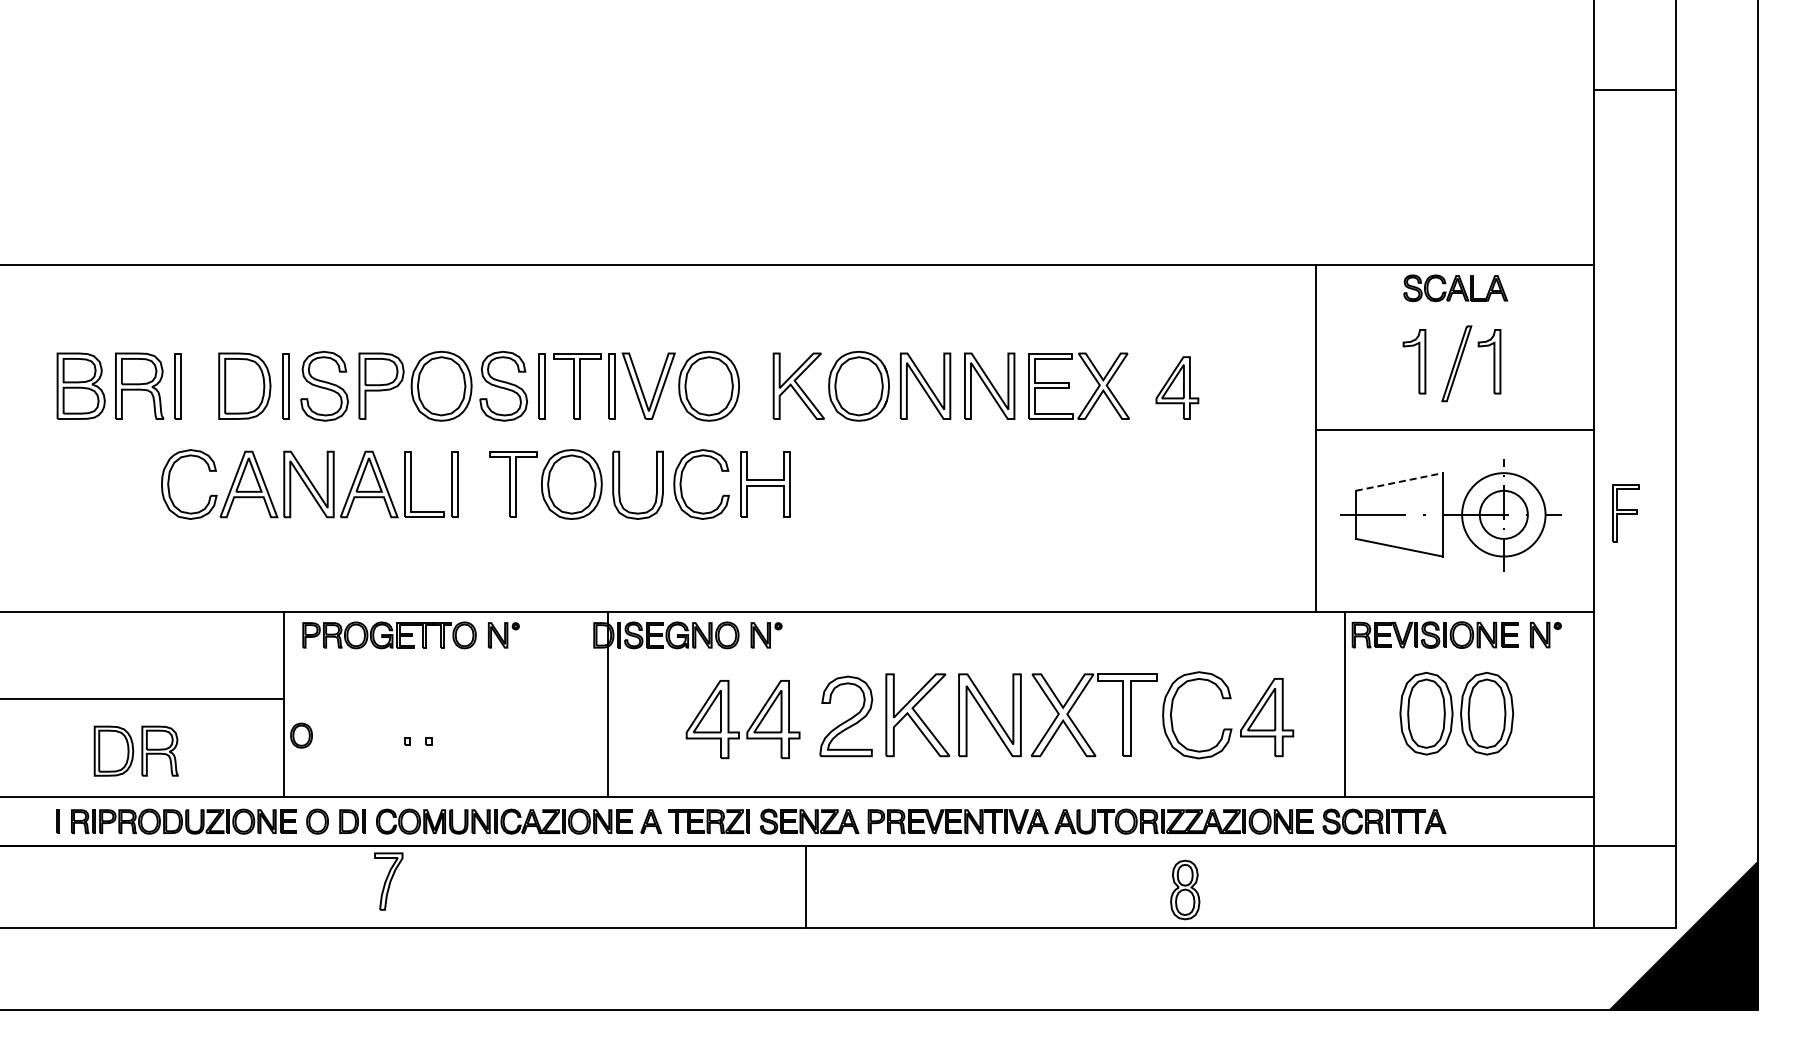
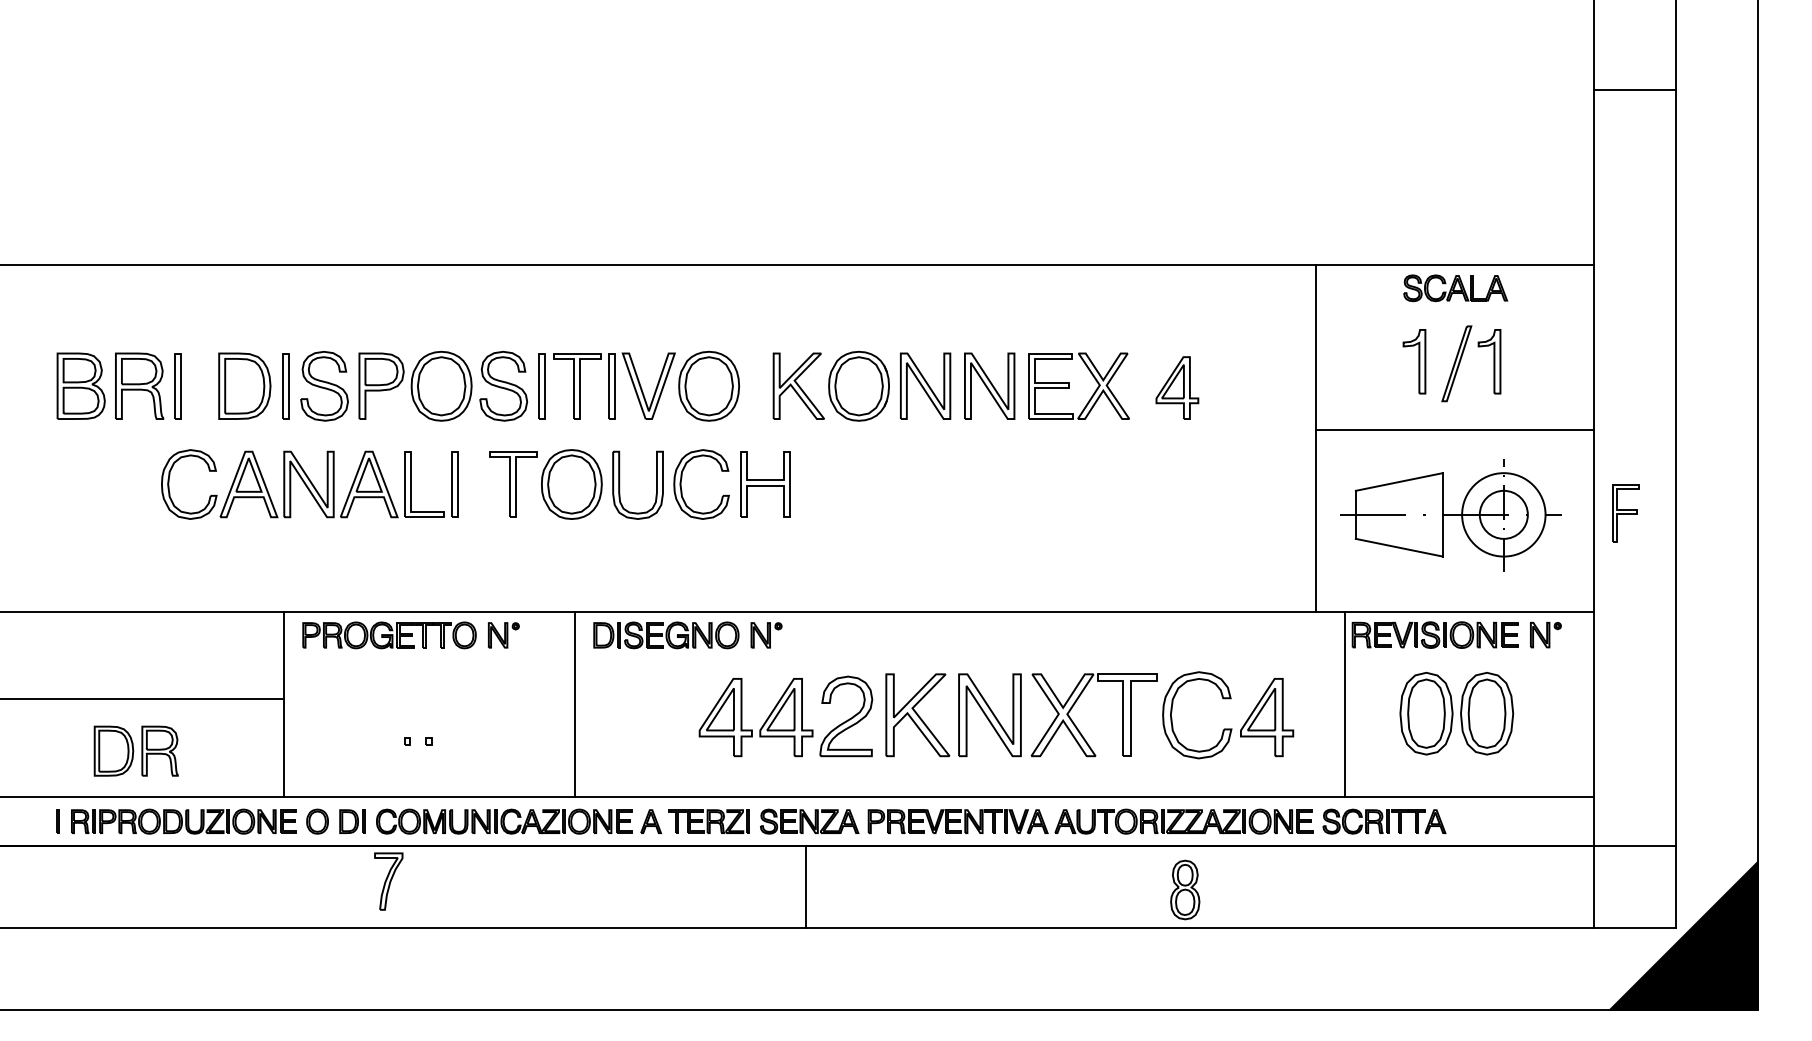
line at (1399, 481): dashed -> solid
line at (608, 703) position: (608, 703) -> (575, 703)
part at (750, 725) position: (750, 725) -> (763, 723)
part at (301, 735): present -> none
